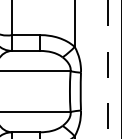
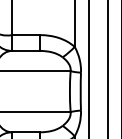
line at (89, 68): none -> present
line at (107, 69): dashed -> solid
